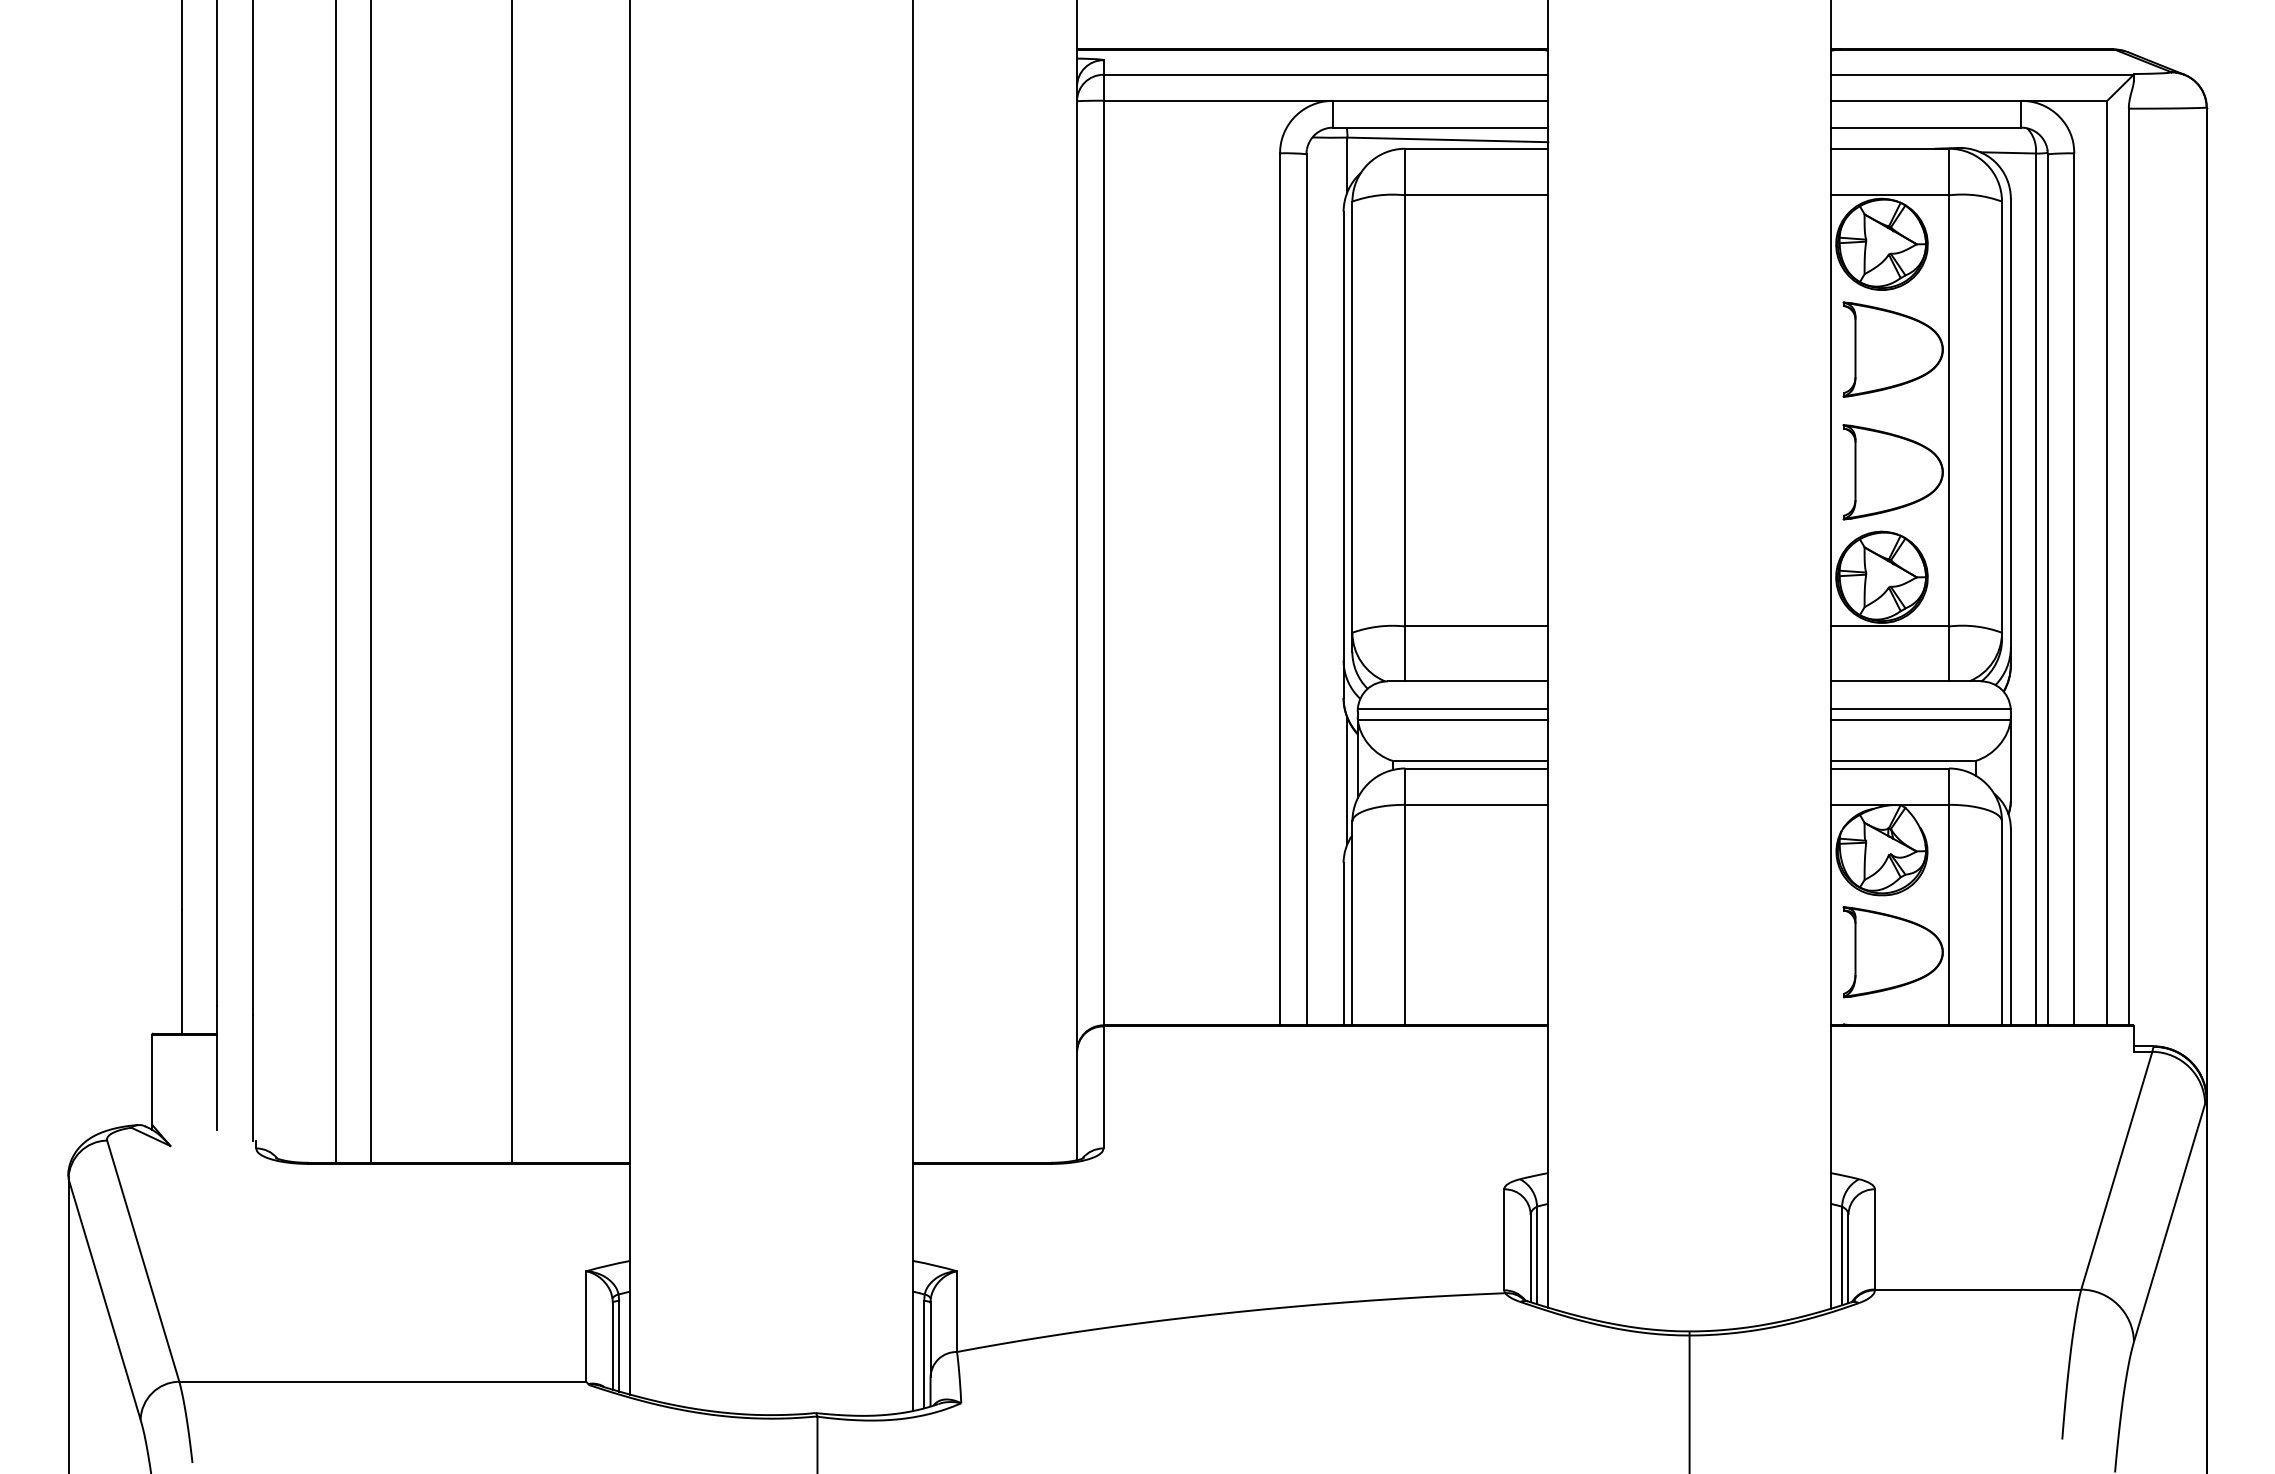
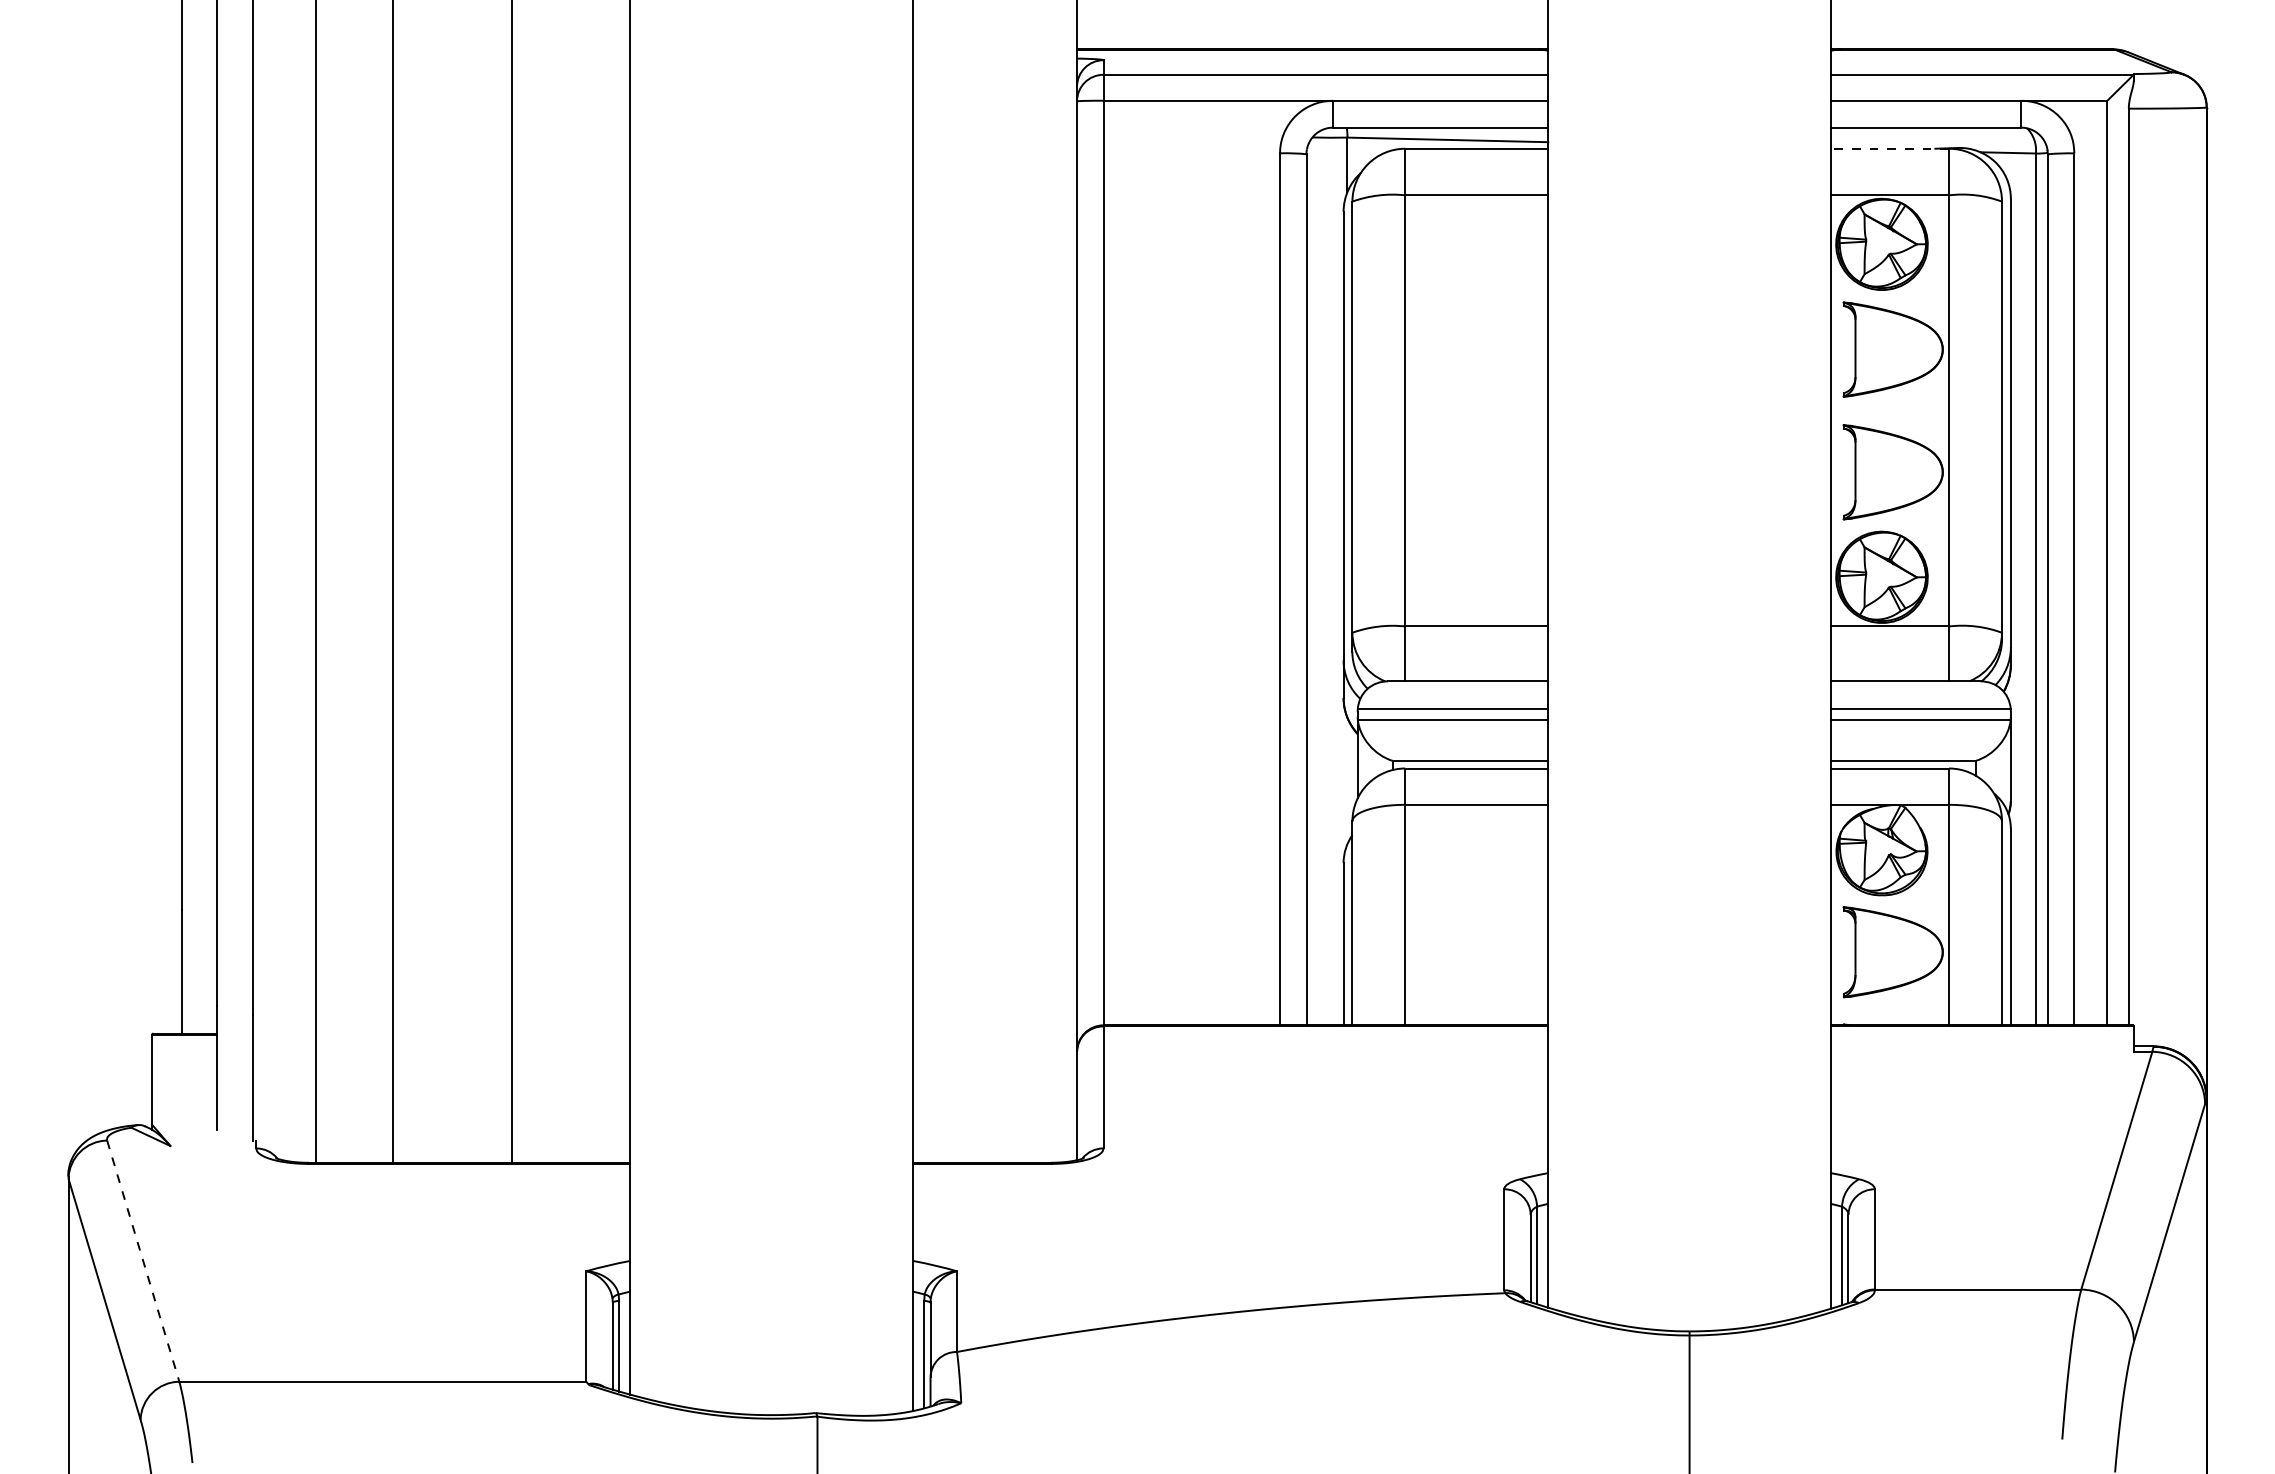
line at (1889, 148): solid -> dashed
line at (335, 582) position: (335, 582) -> (315, 582)
line at (370, 582) position: (370, 582) -> (392, 582)
line at (1347, 780): present -> none
line at (143, 1261): solid -> dashed
